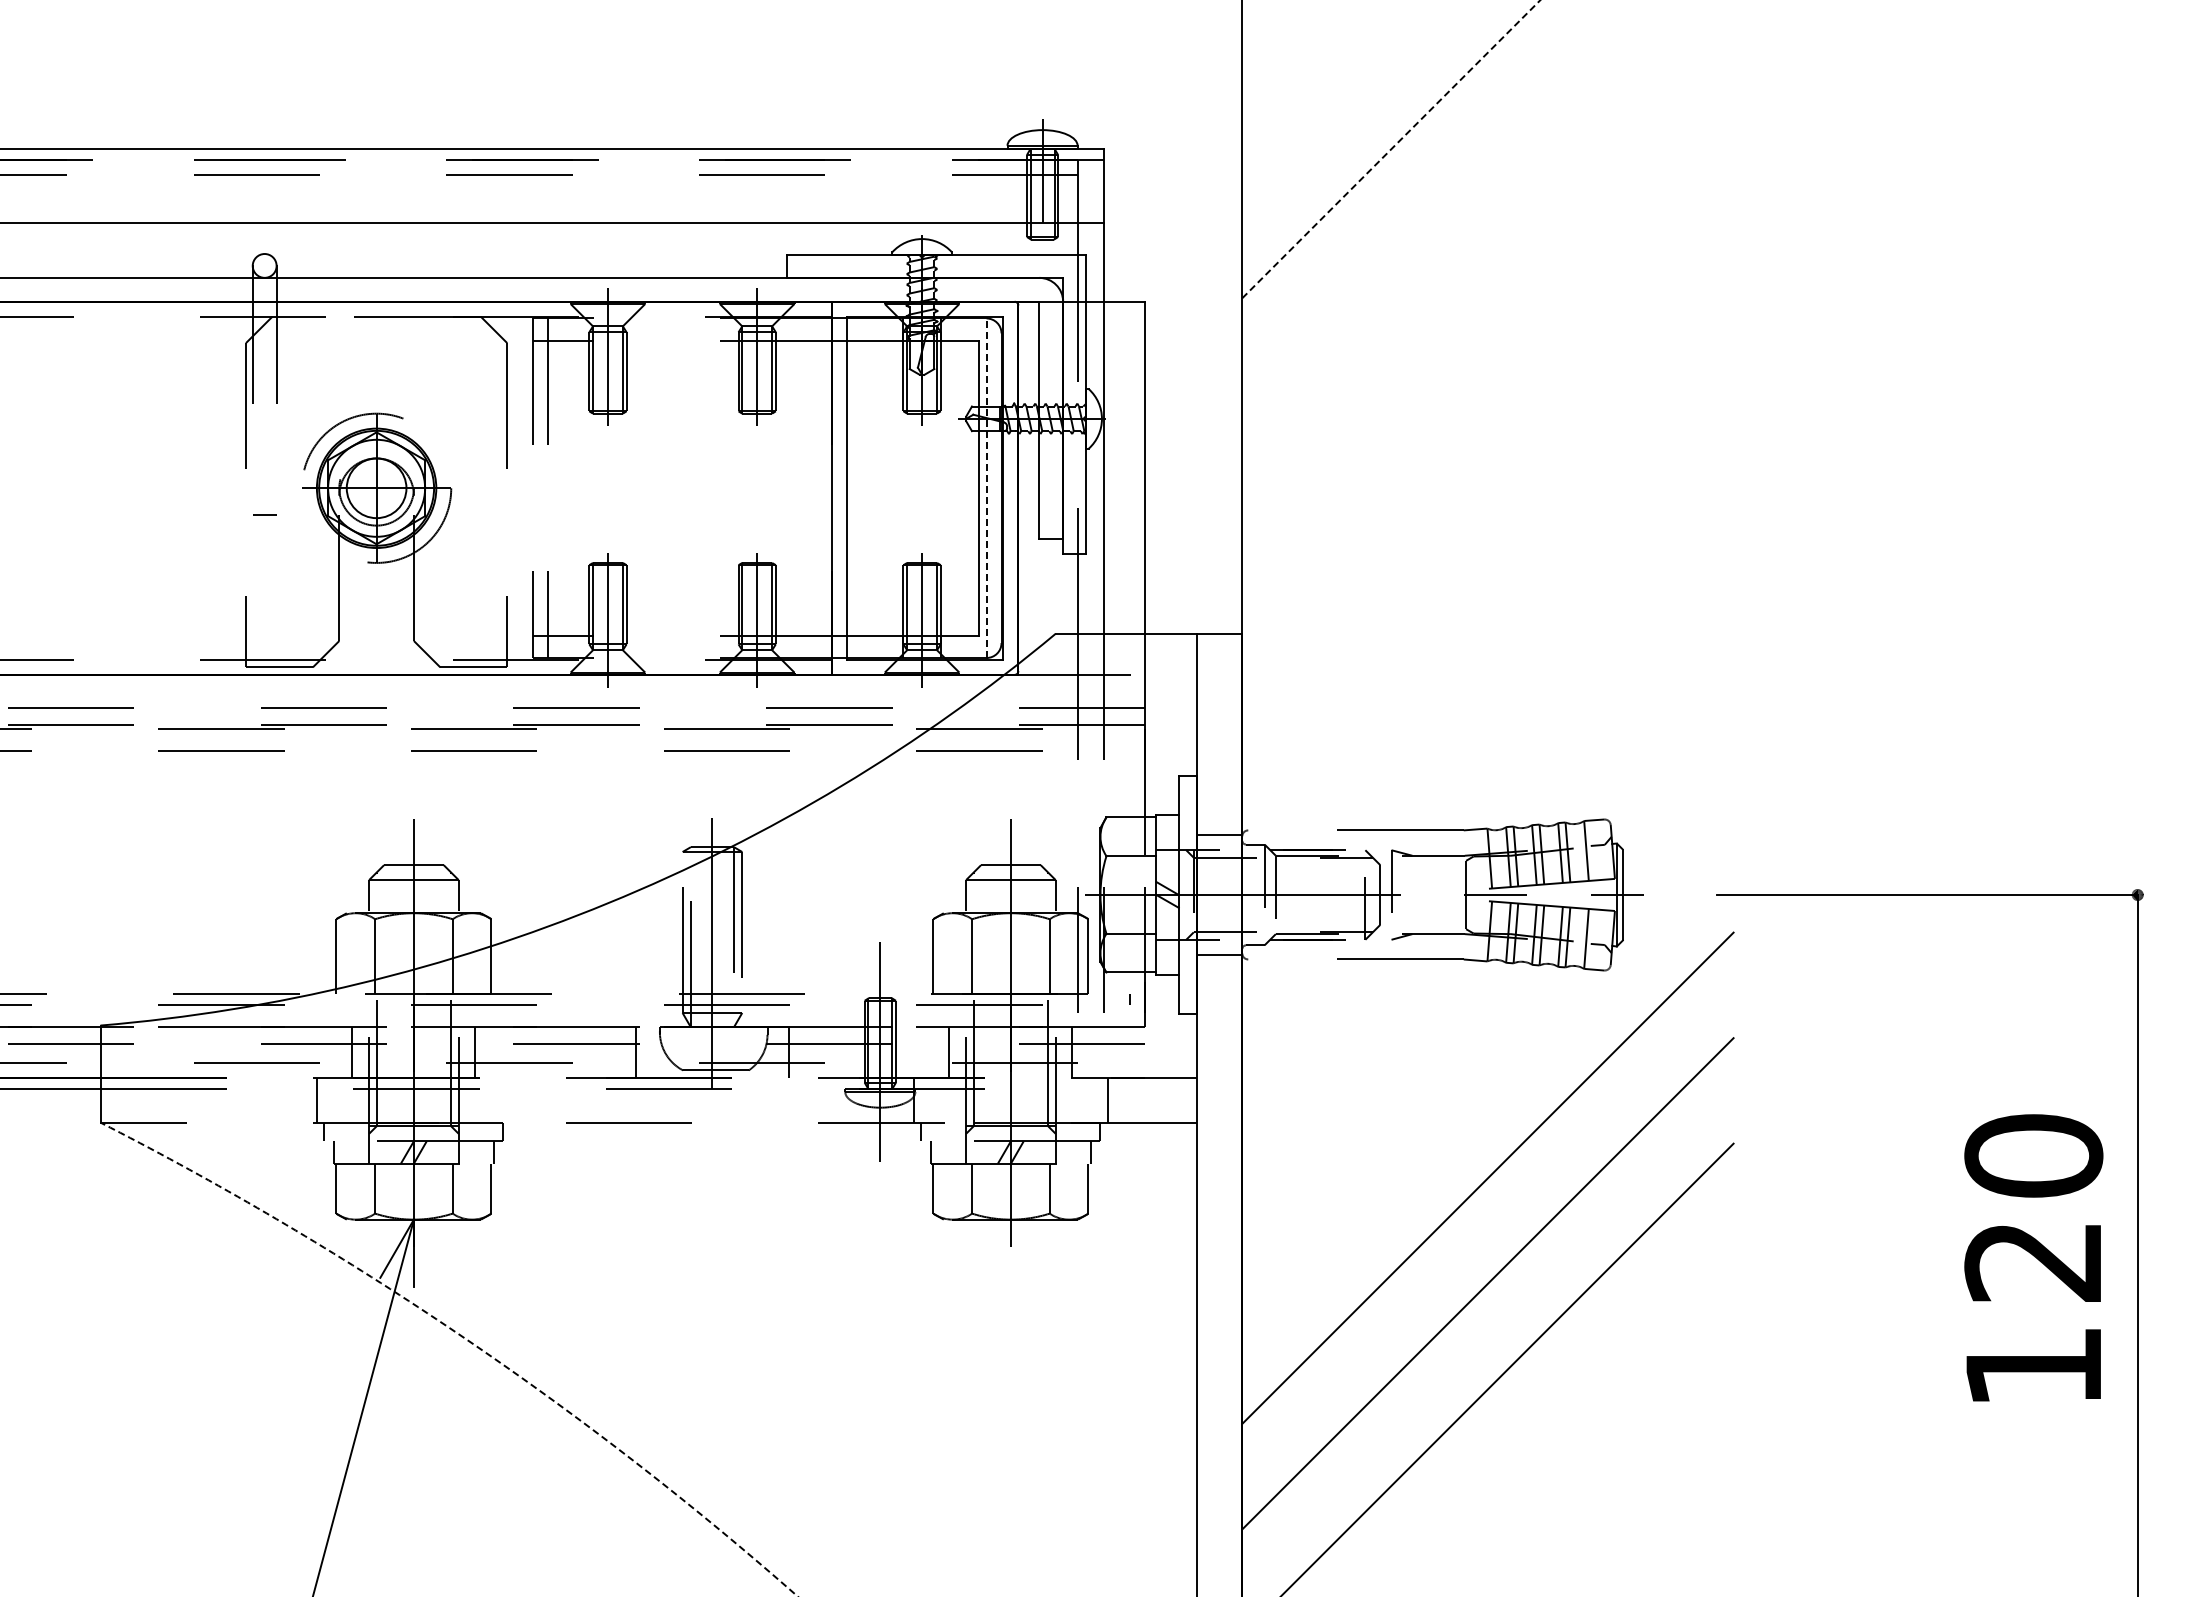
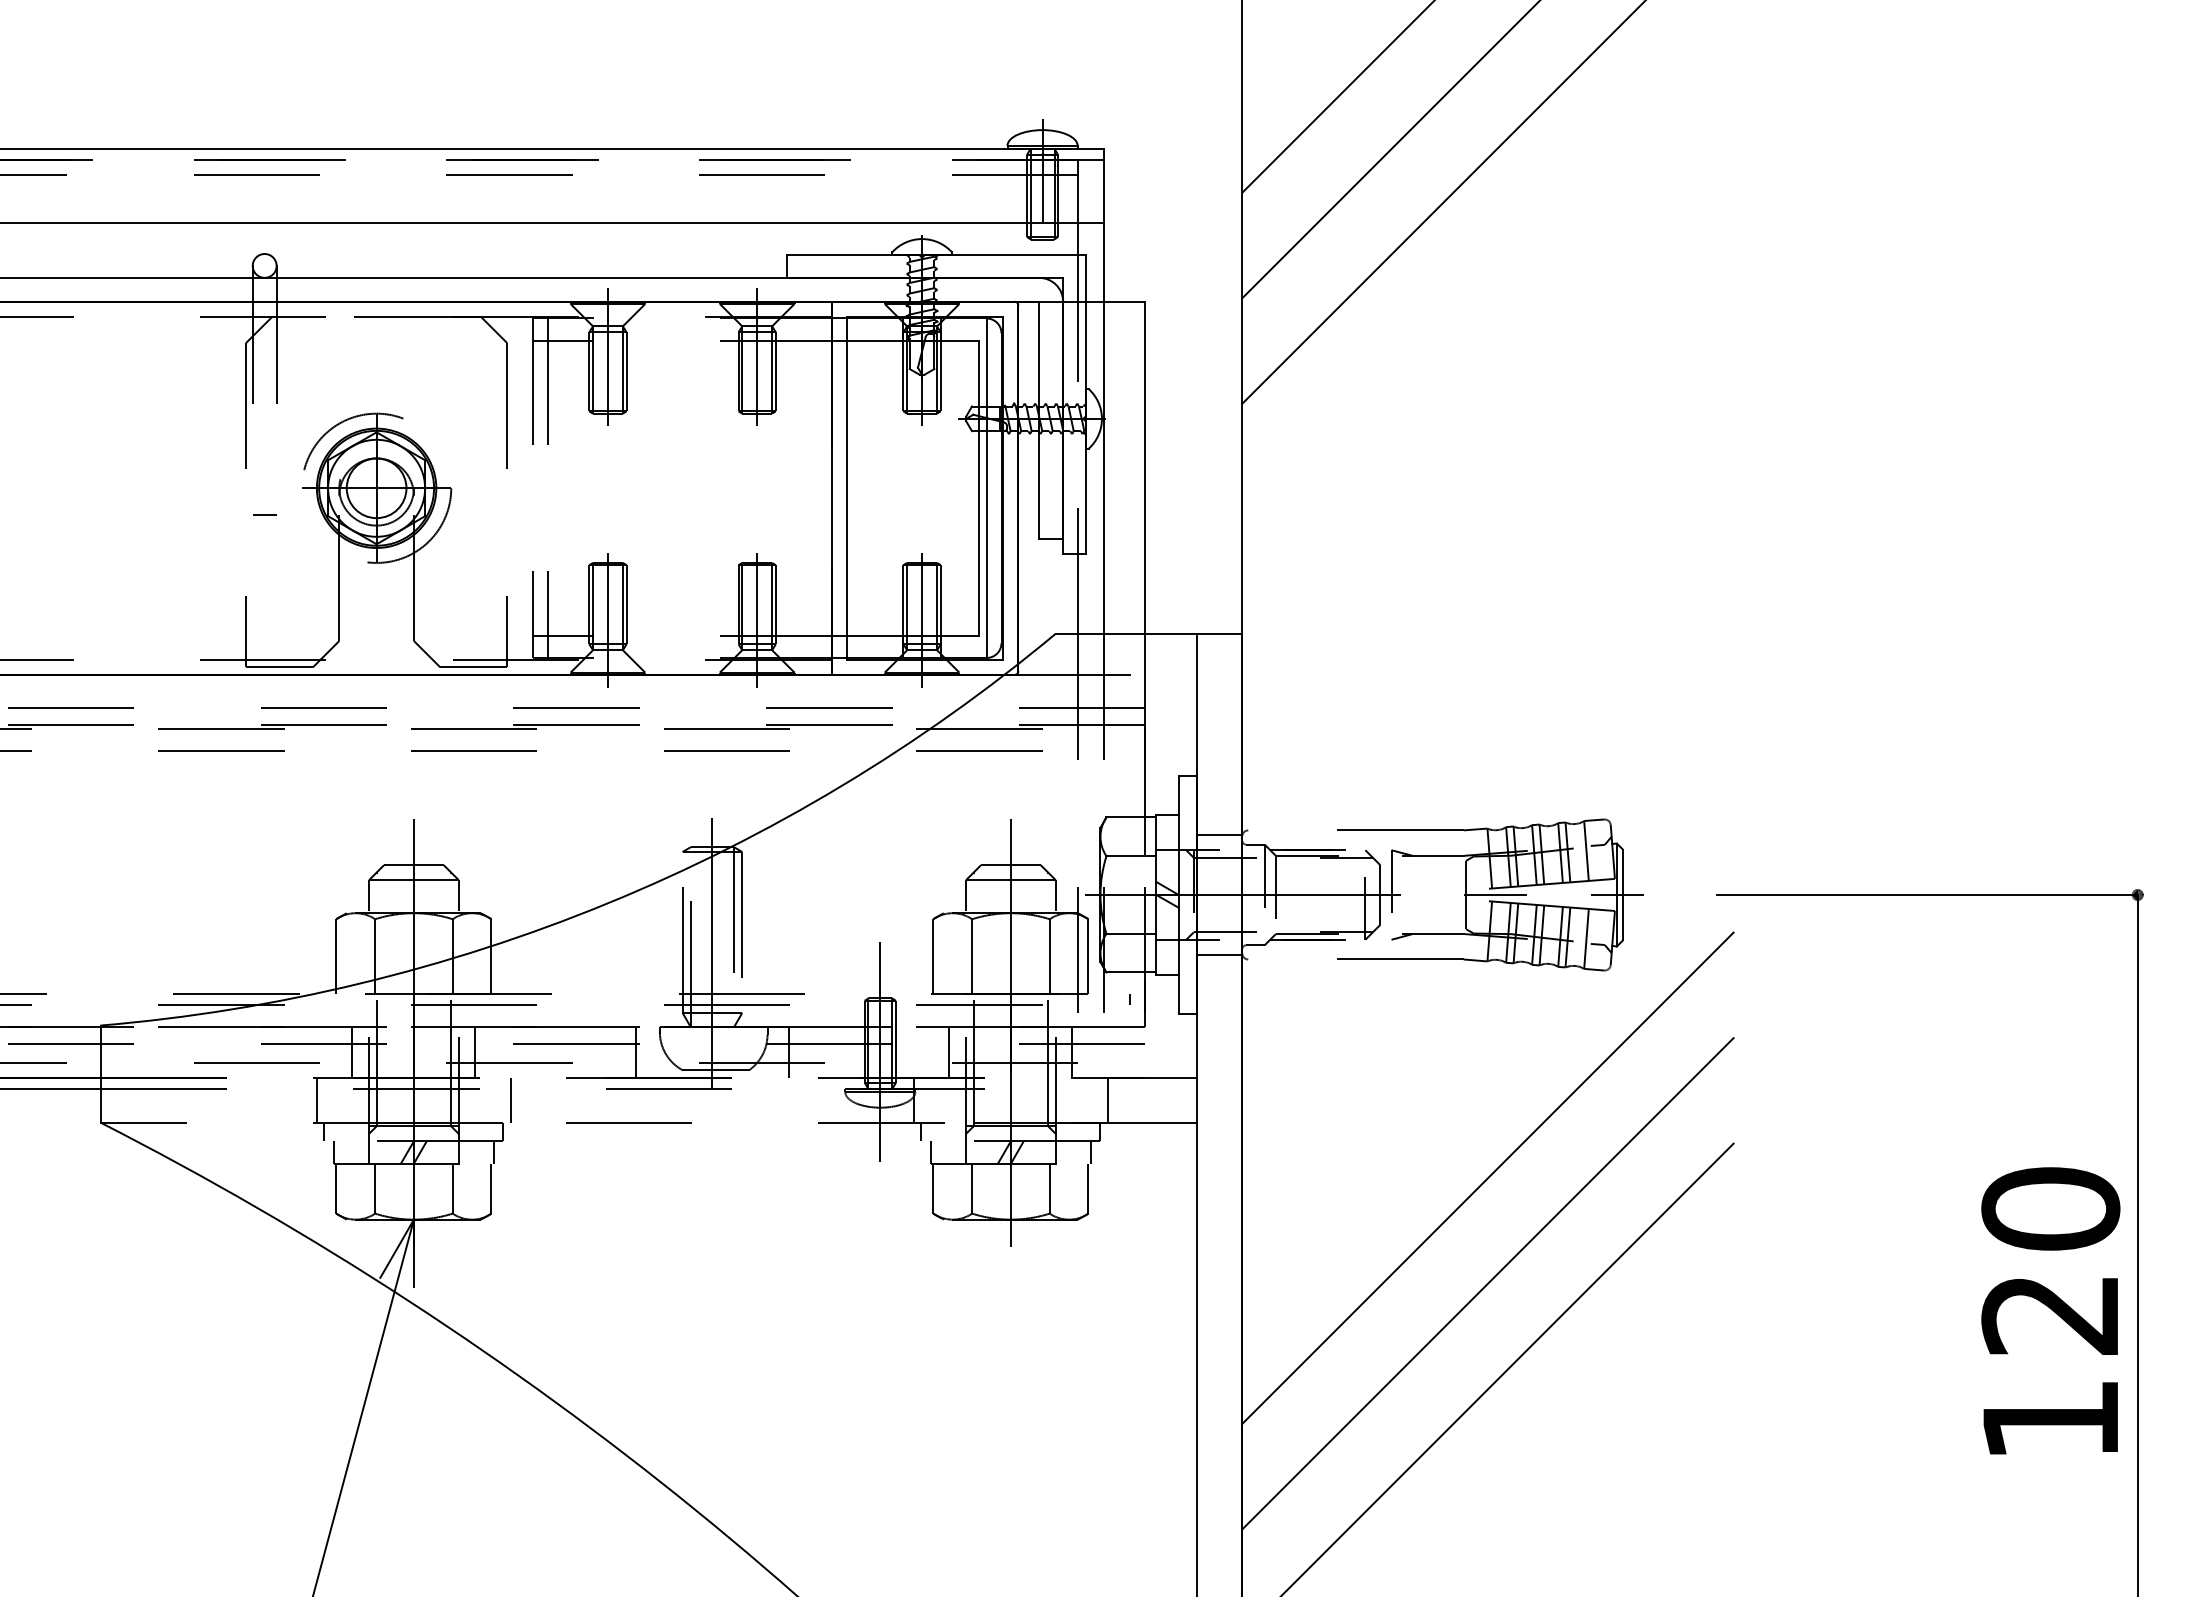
line at (1337, 97): none -> present
line at (1391, 149): dashed -> solid
line at (1442, 202): none -> present
line at (986, 488): dashed -> solid
line at (510, 1099): none -> present
text at (2033, 1257) position: (2033, 1257) -> (2050, 1310)
arc at (464, 1338): dashed -> solid
